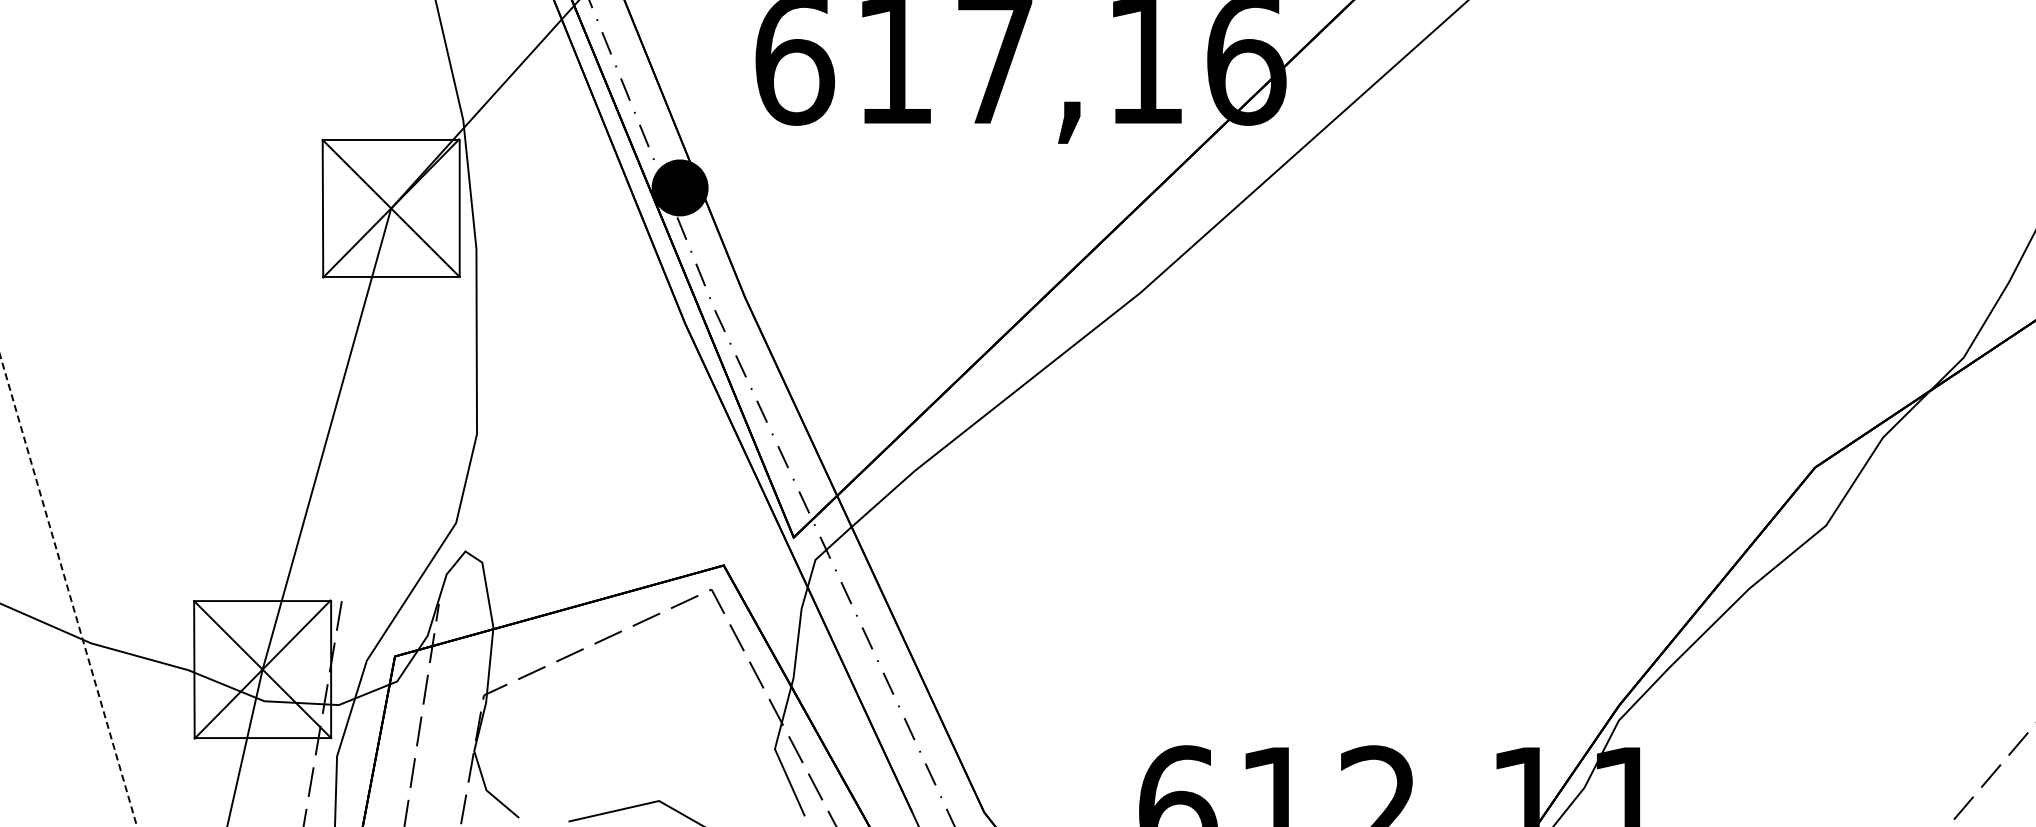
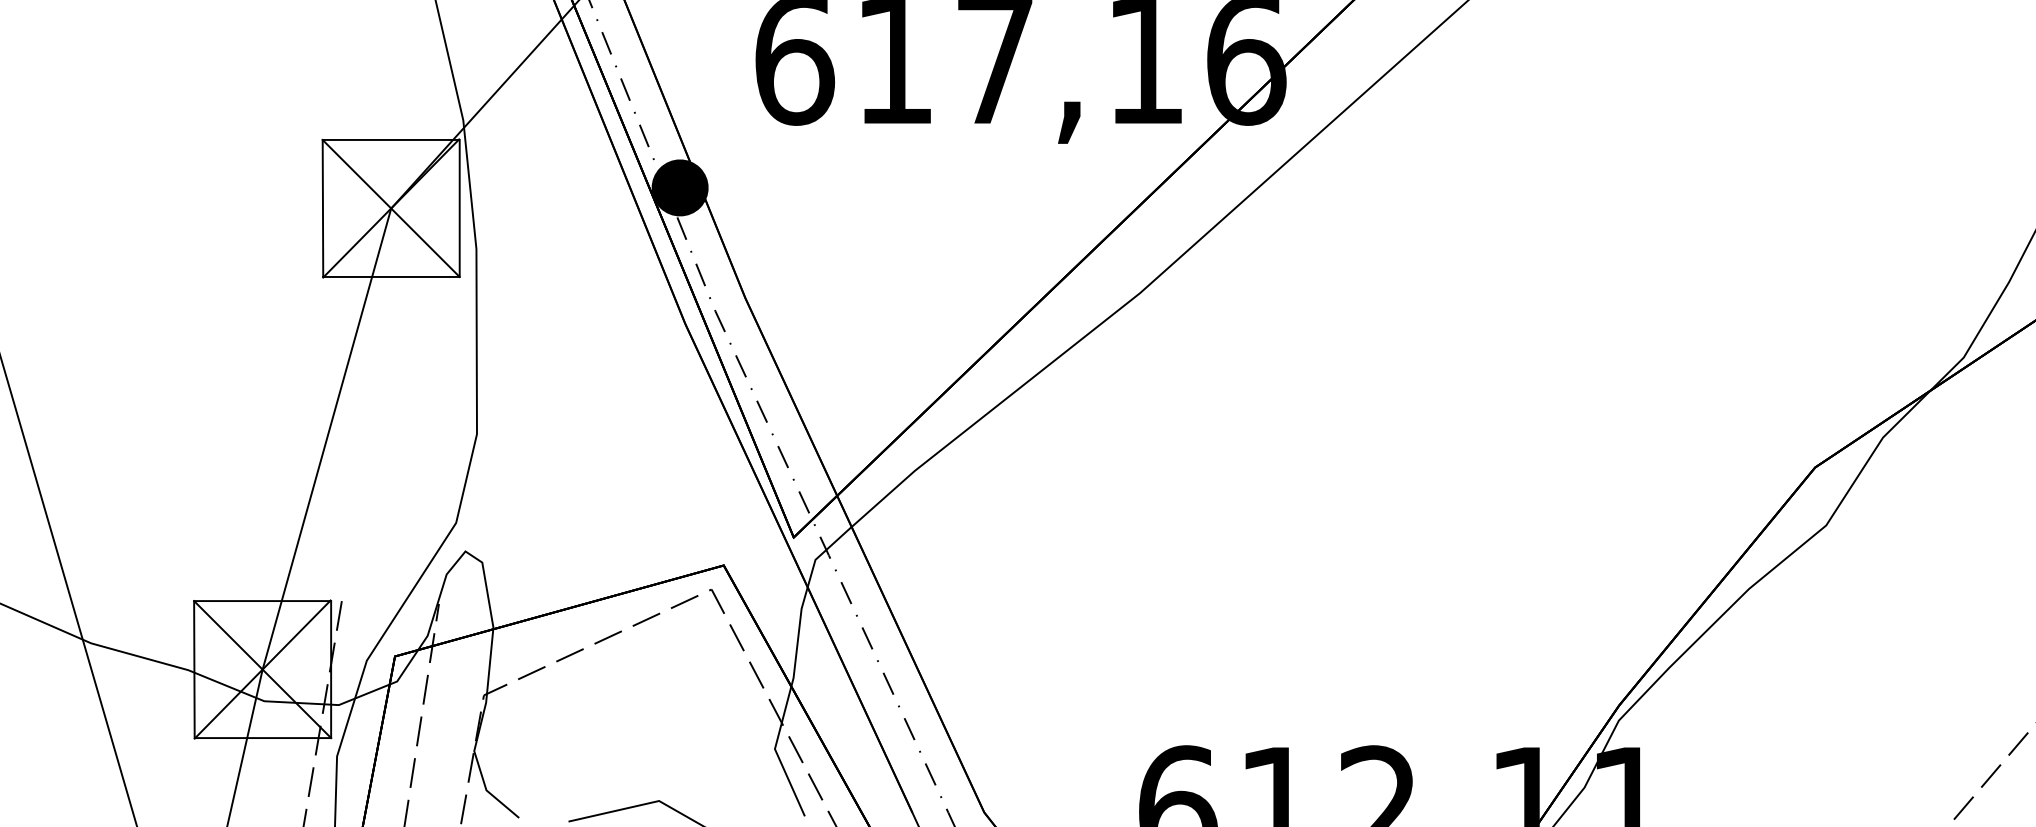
line at (68, 591): dashed -> solid
